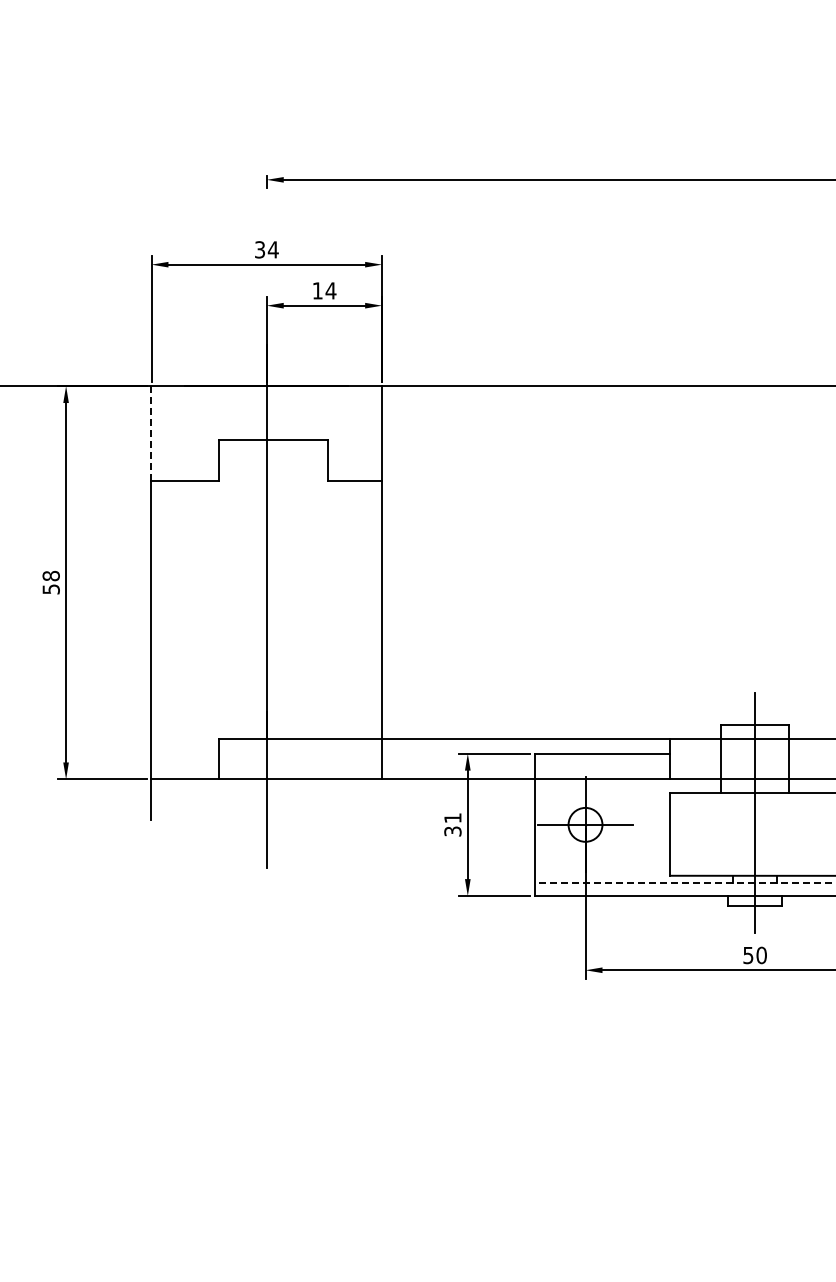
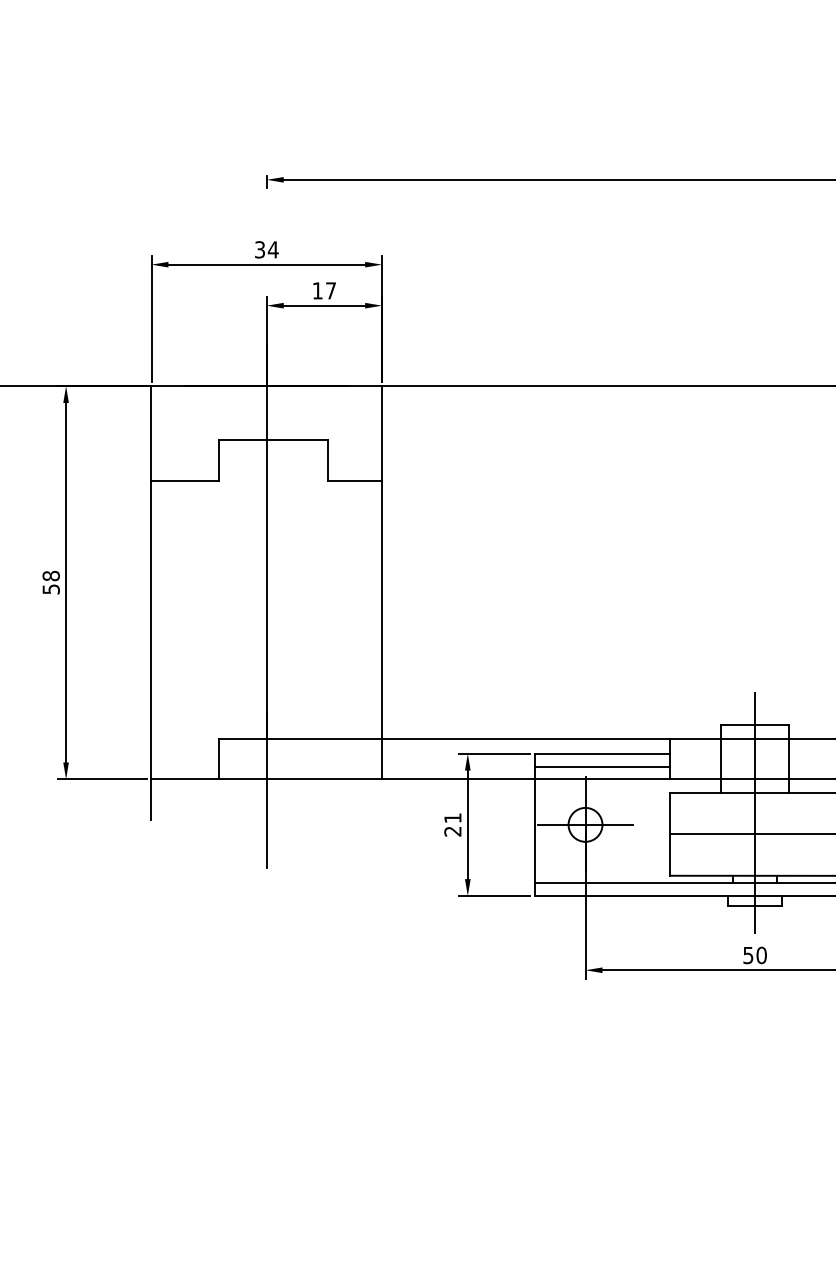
text at (330, 290): 14 -> 17
line at (151, 434): dashed -> solid
line at (602, 767): none -> present
text at (452, 831): 31 -> 21
line at (751, 833): none -> present
line at (684, 882): dashed -> solid
